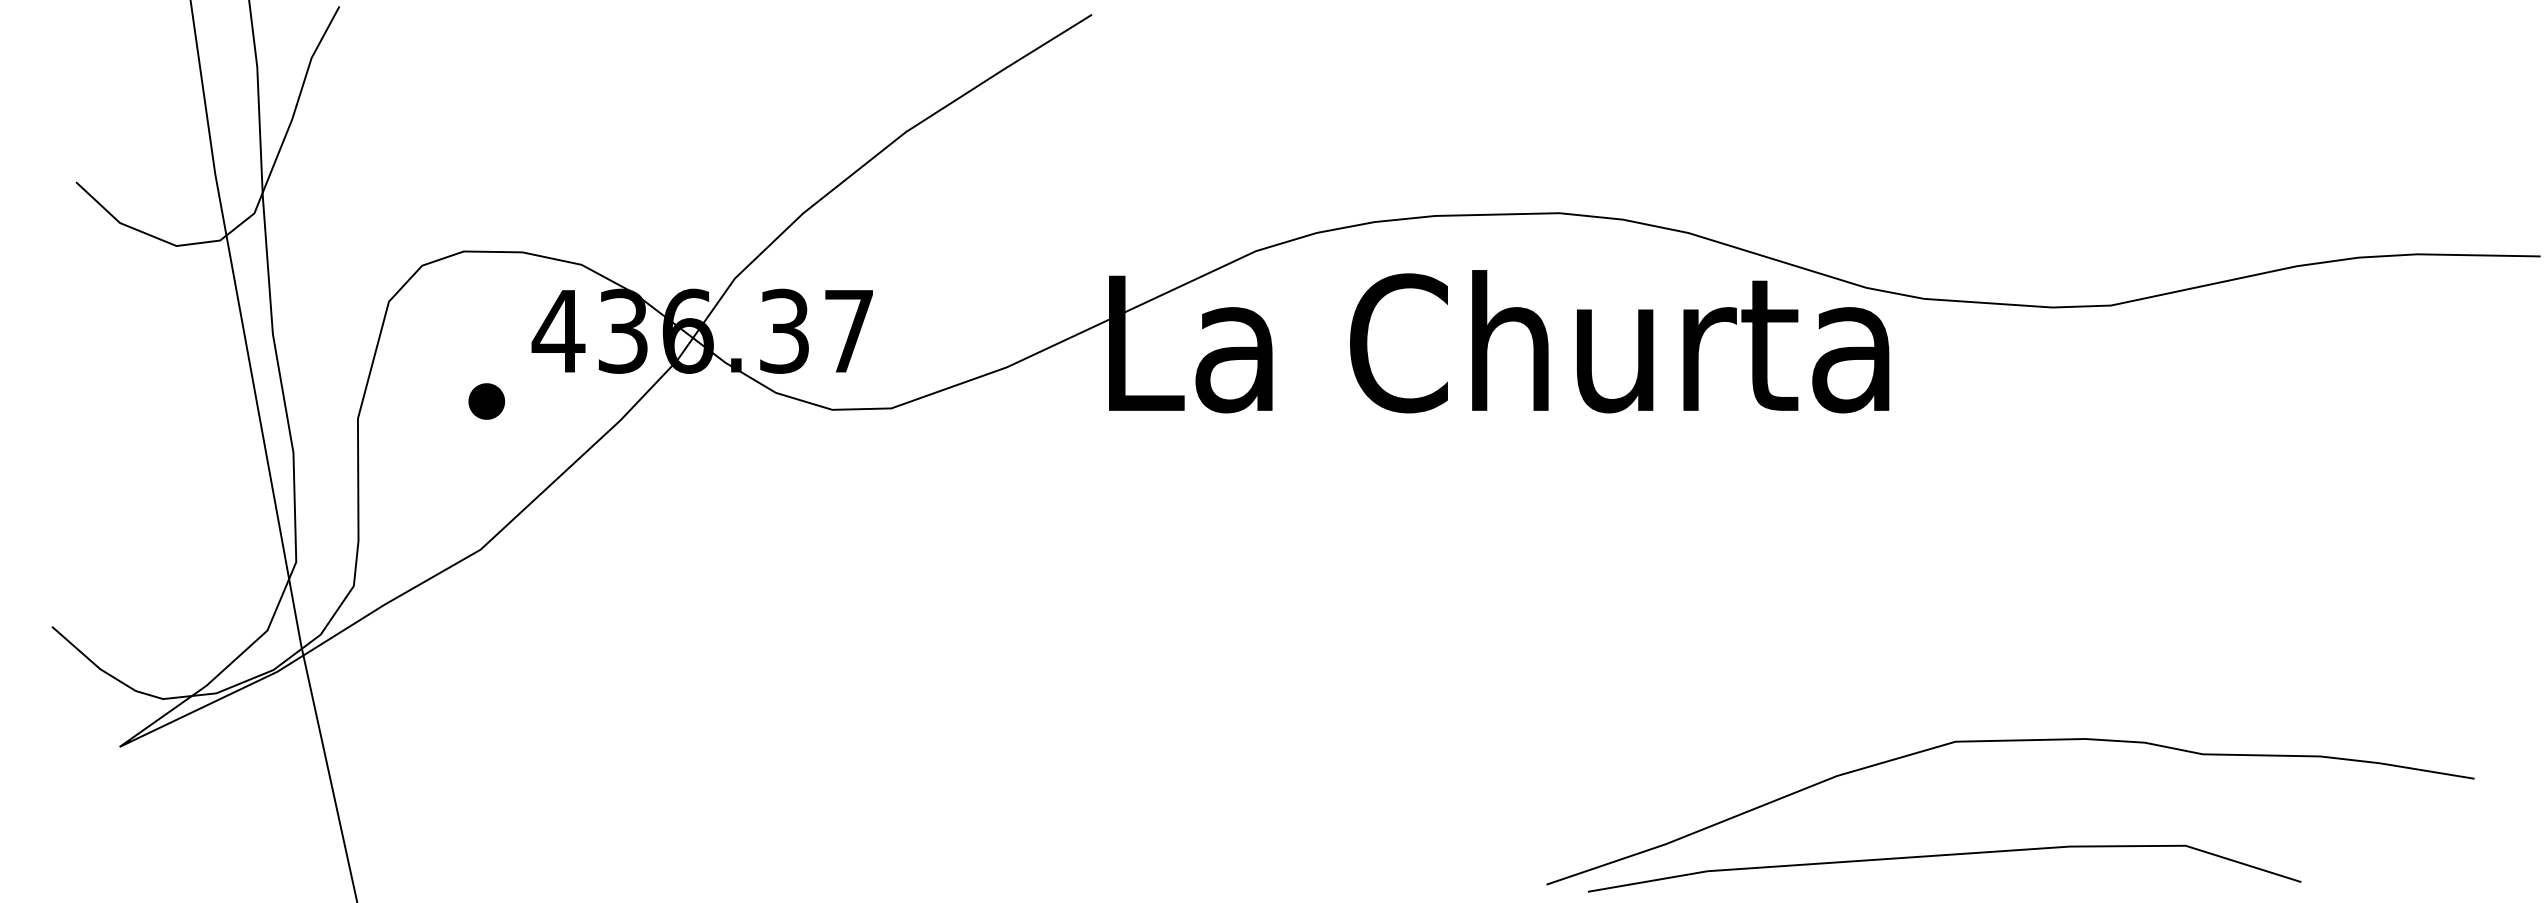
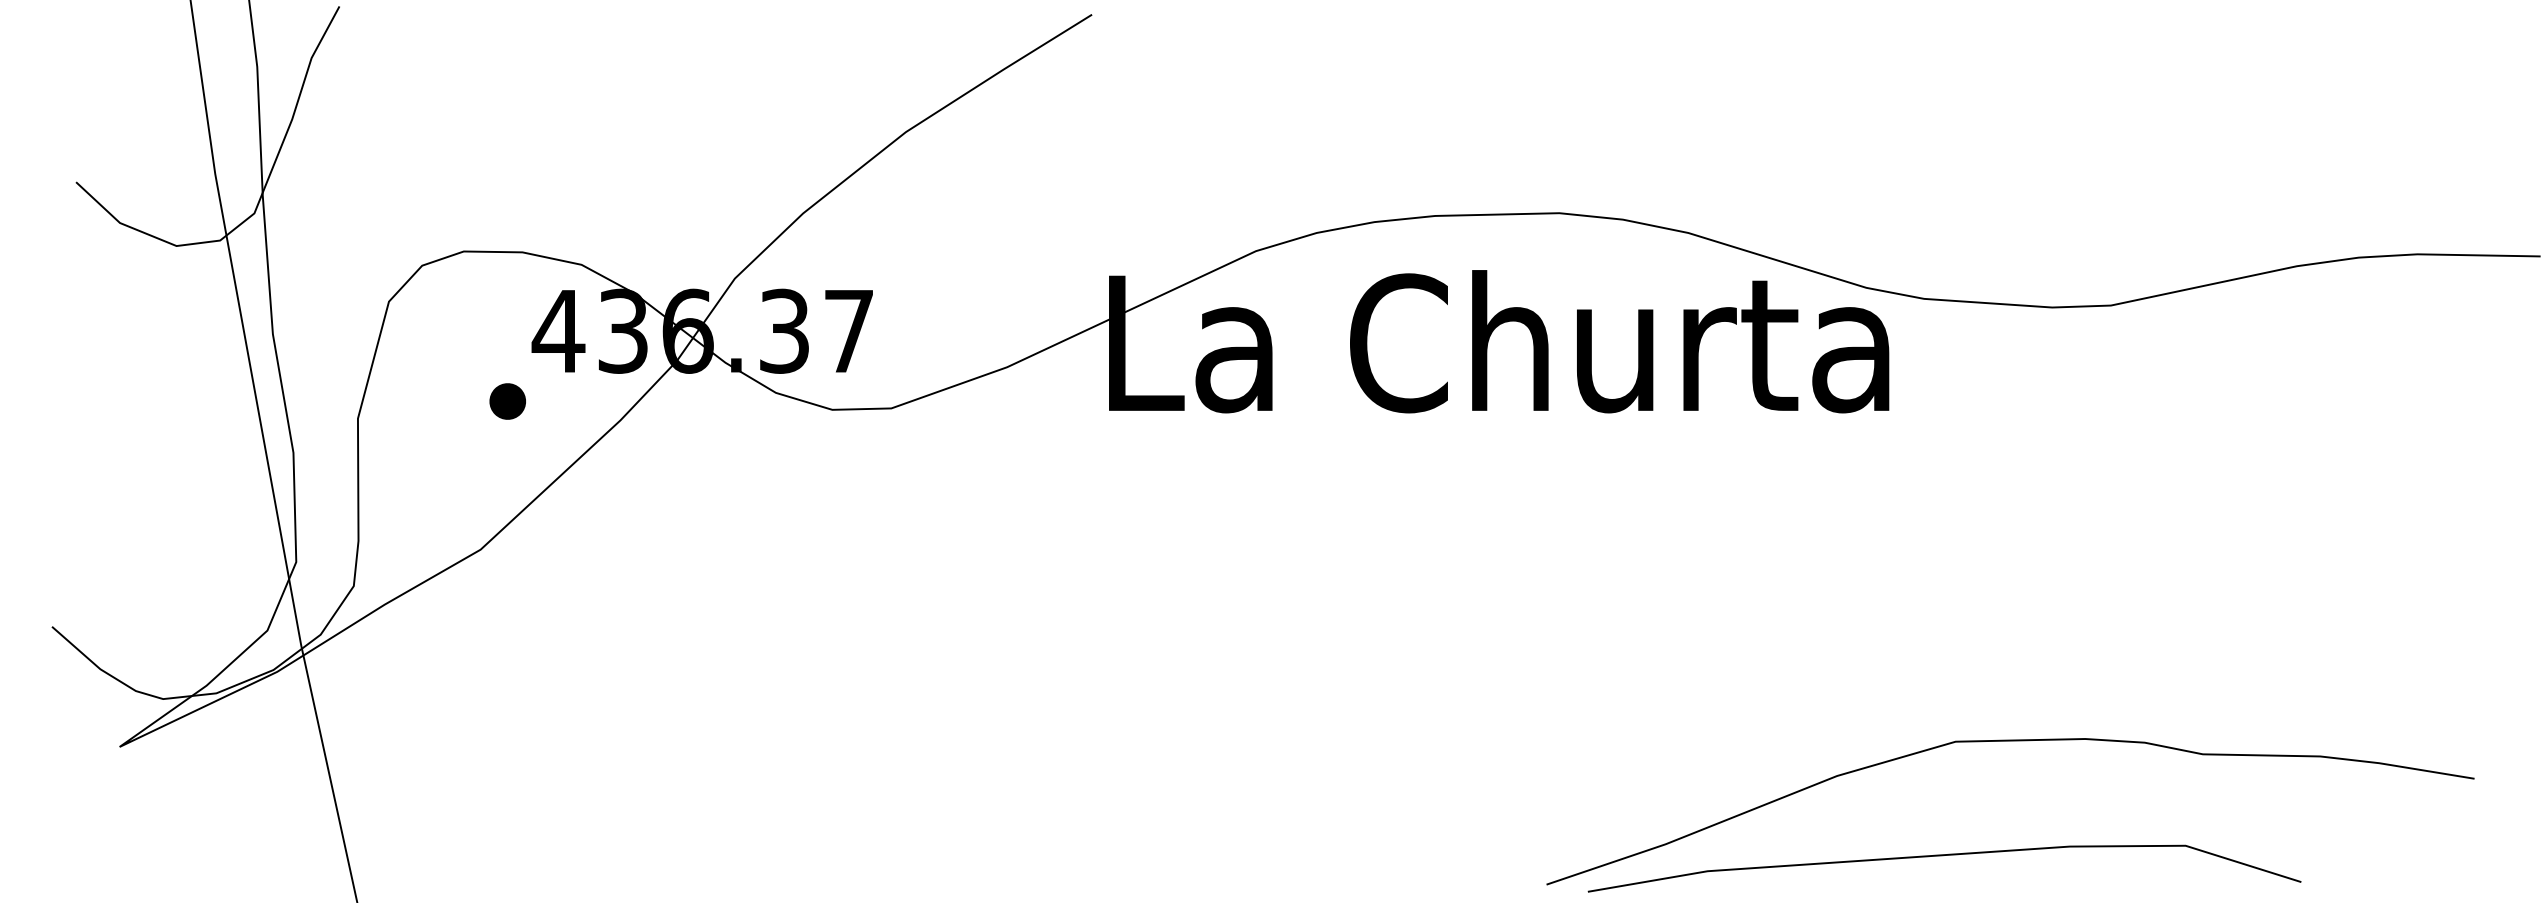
part at (486, 401) position: (486, 401) -> (507, 401)
